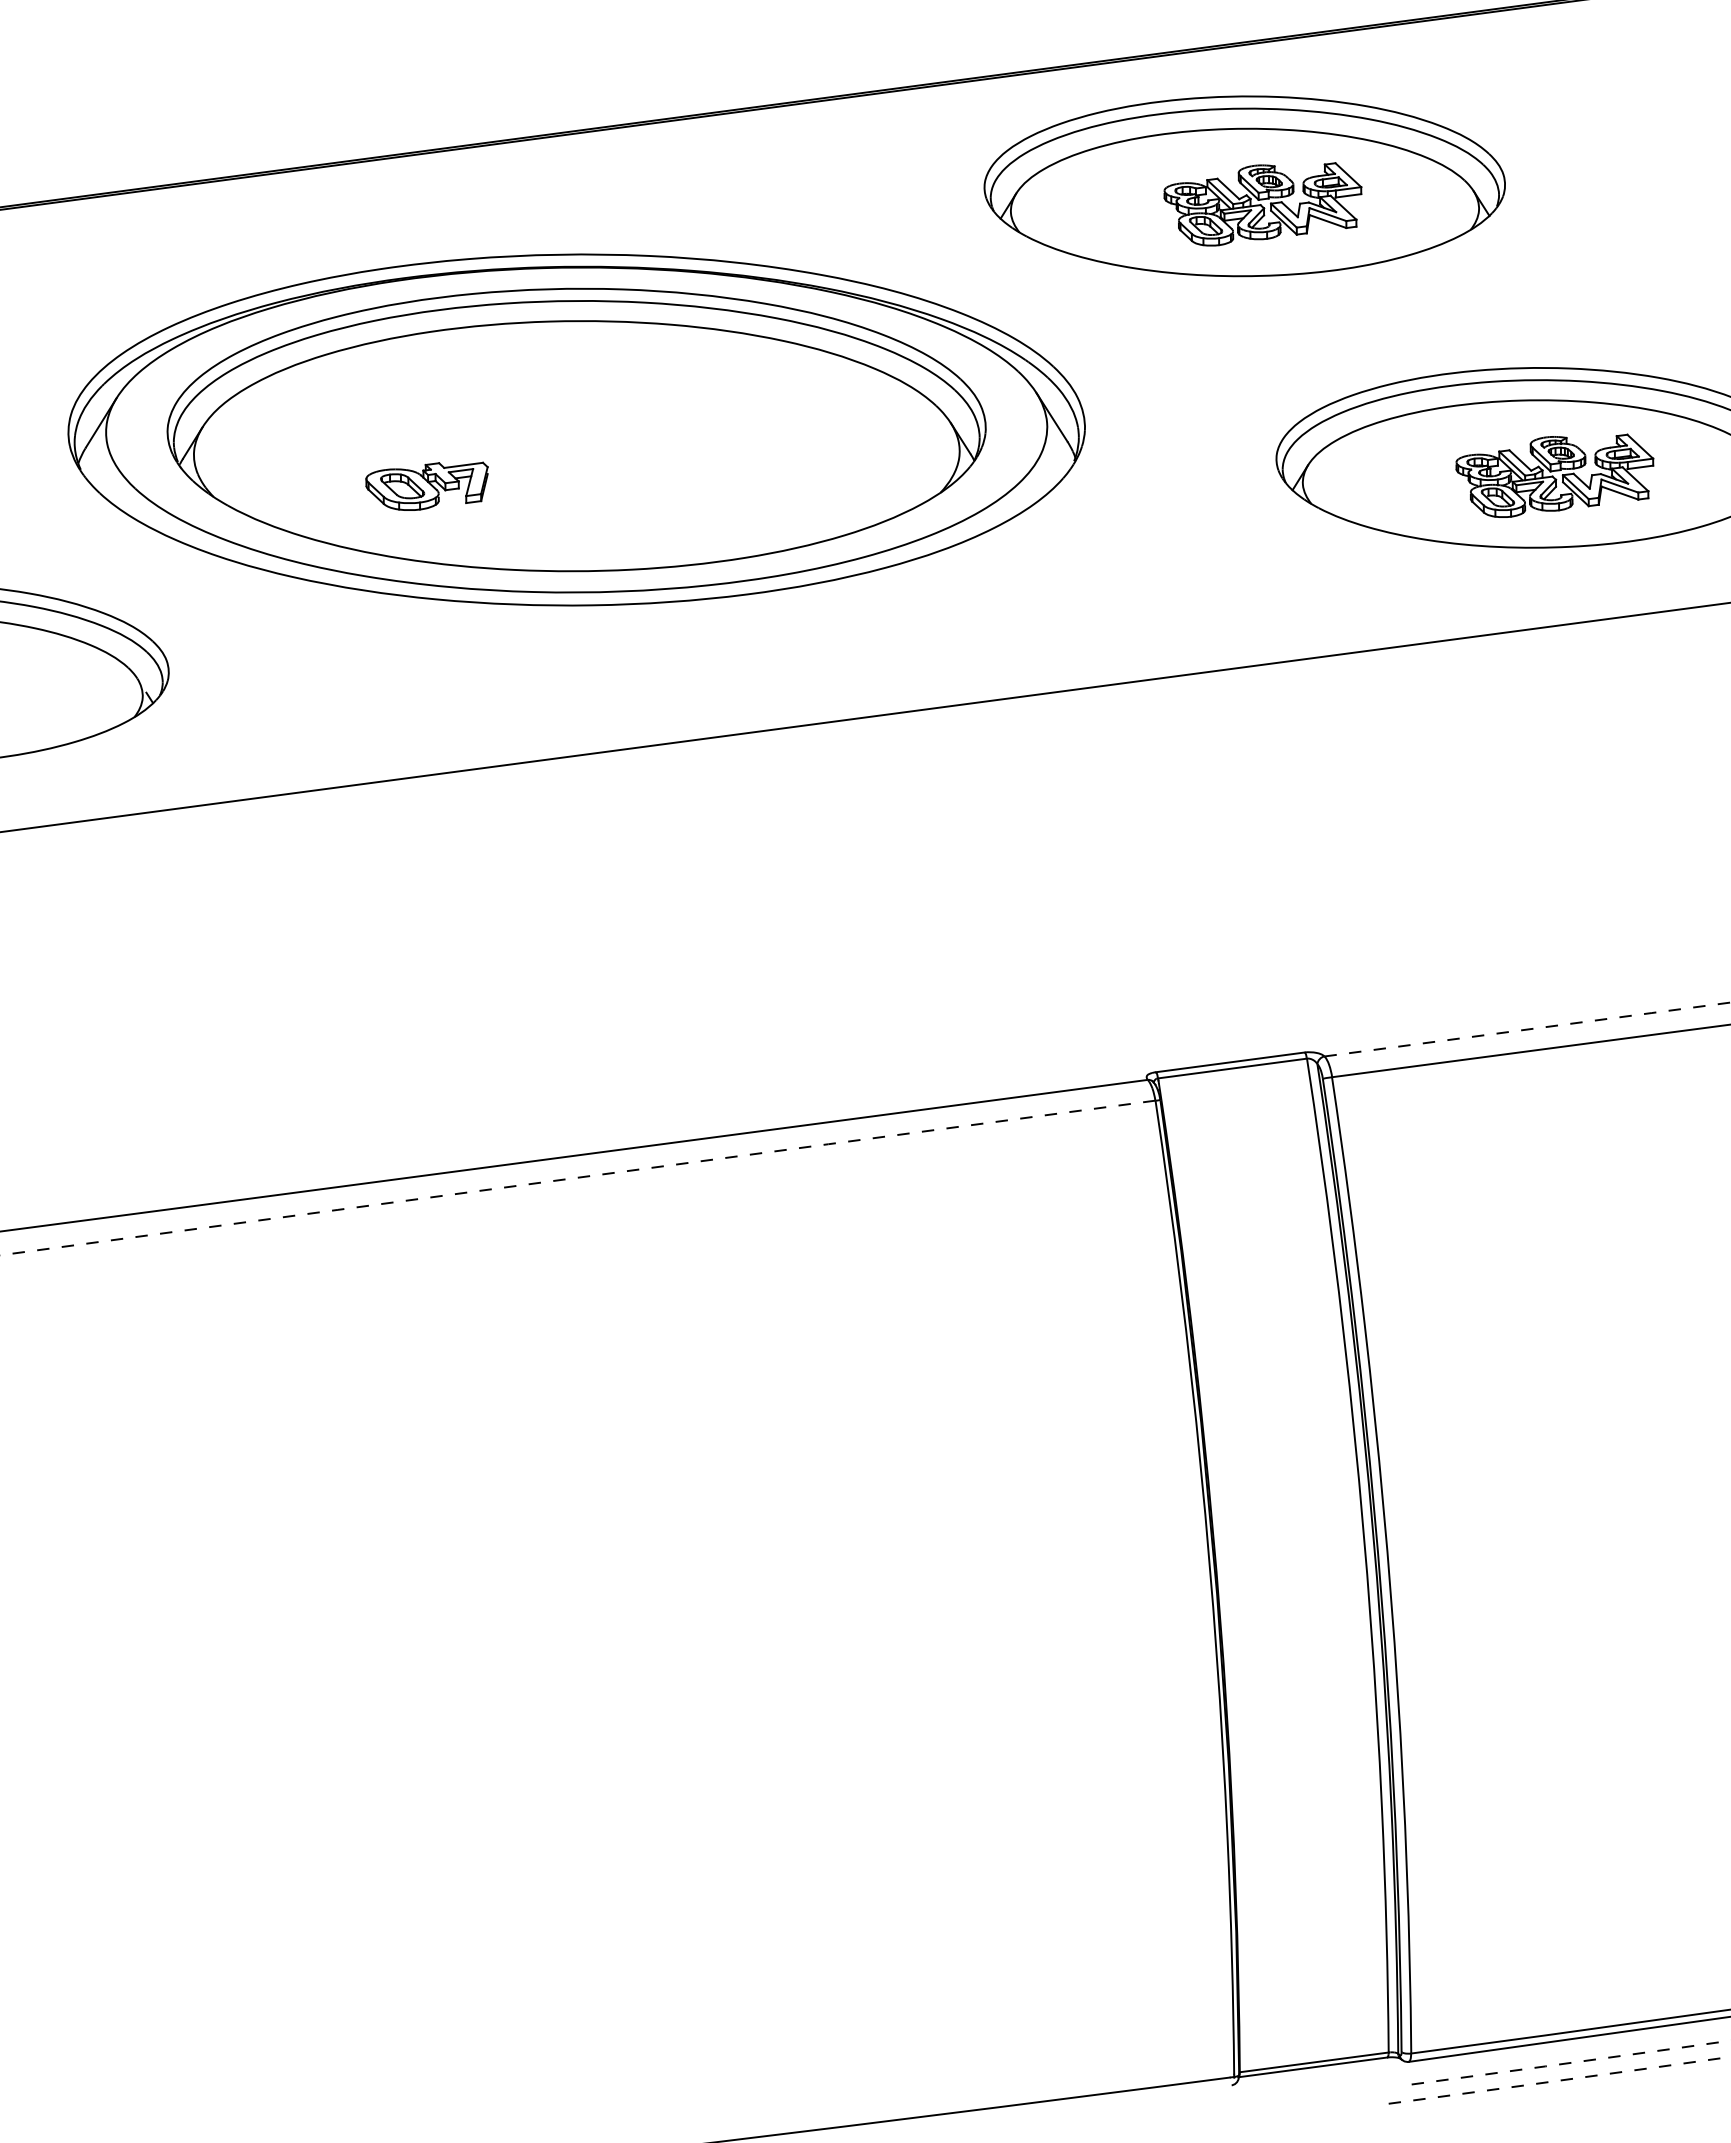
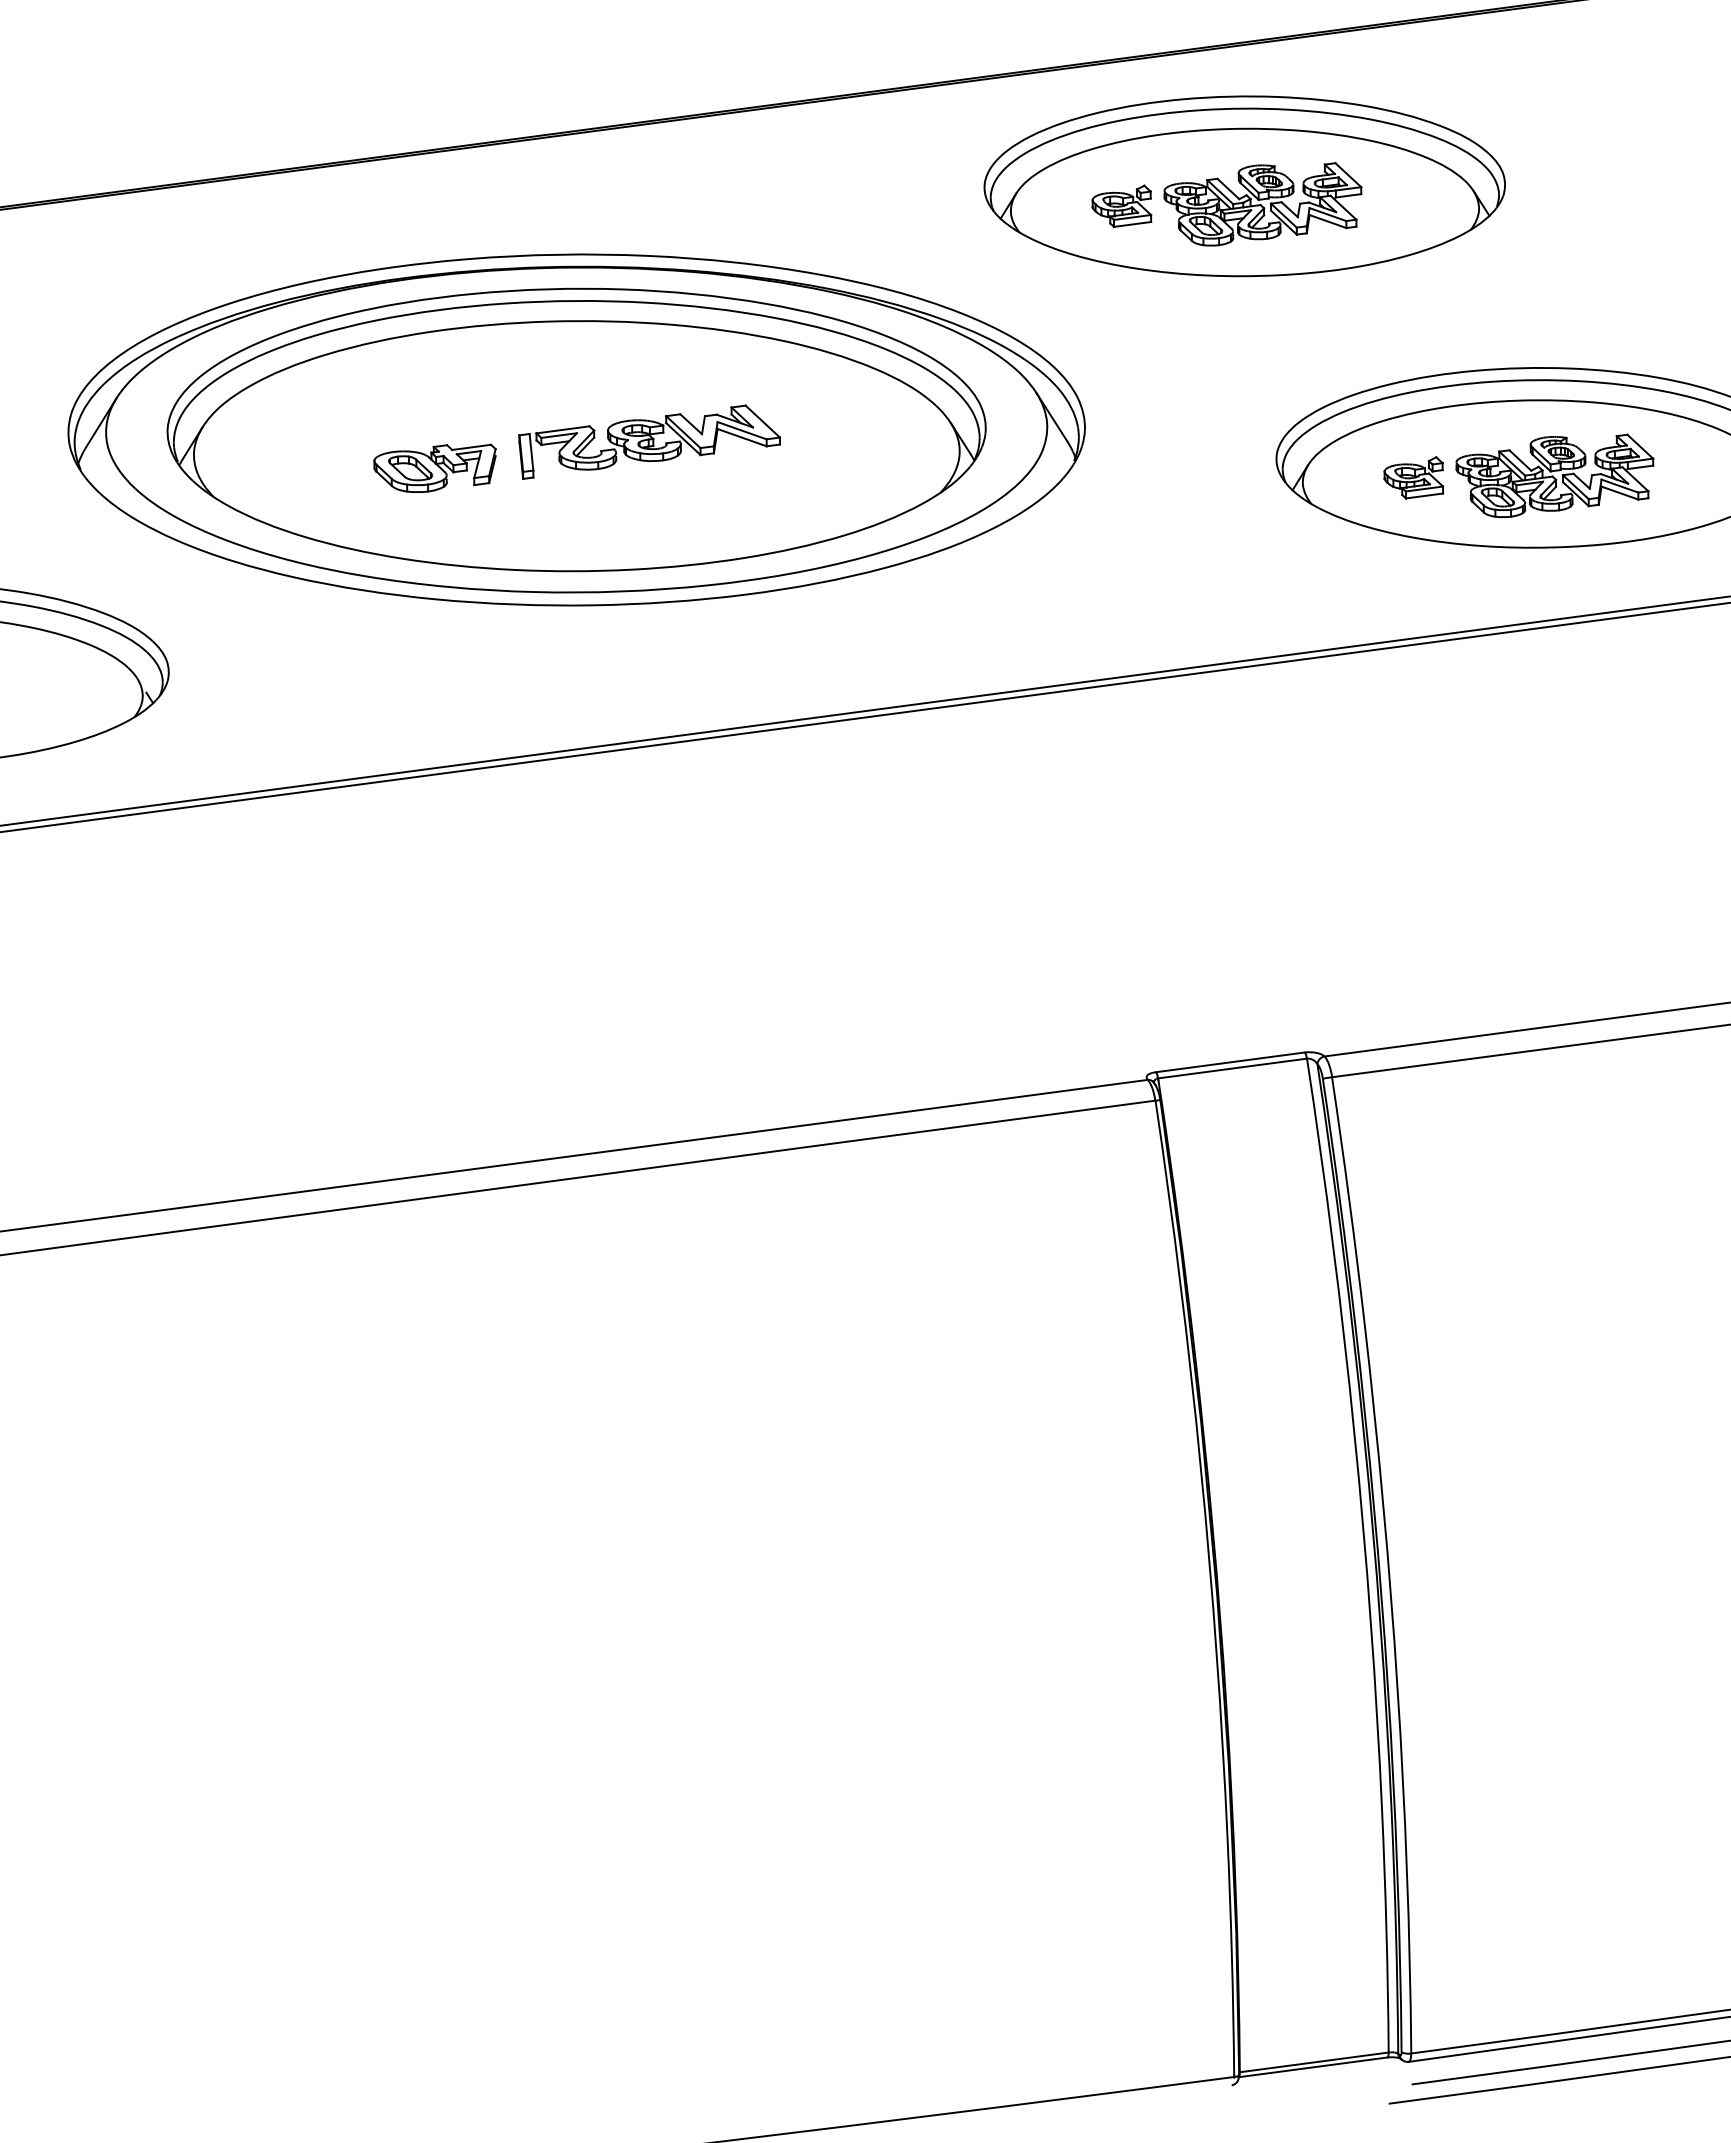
part at (1121, 205): none -> present
part at (649, 441): none -> present
part at (1413, 477): none -> present
part at (426, 485) position: (426, 485) -> (434, 467)
line at (864, 710): none -> present
arc at (1527, 1029): dashed -> solid
arc at (576, 1177): dashed -> solid
arc at (1571, 2062): dashed -> solid
arc at (1559, 2080): dashed -> solid
